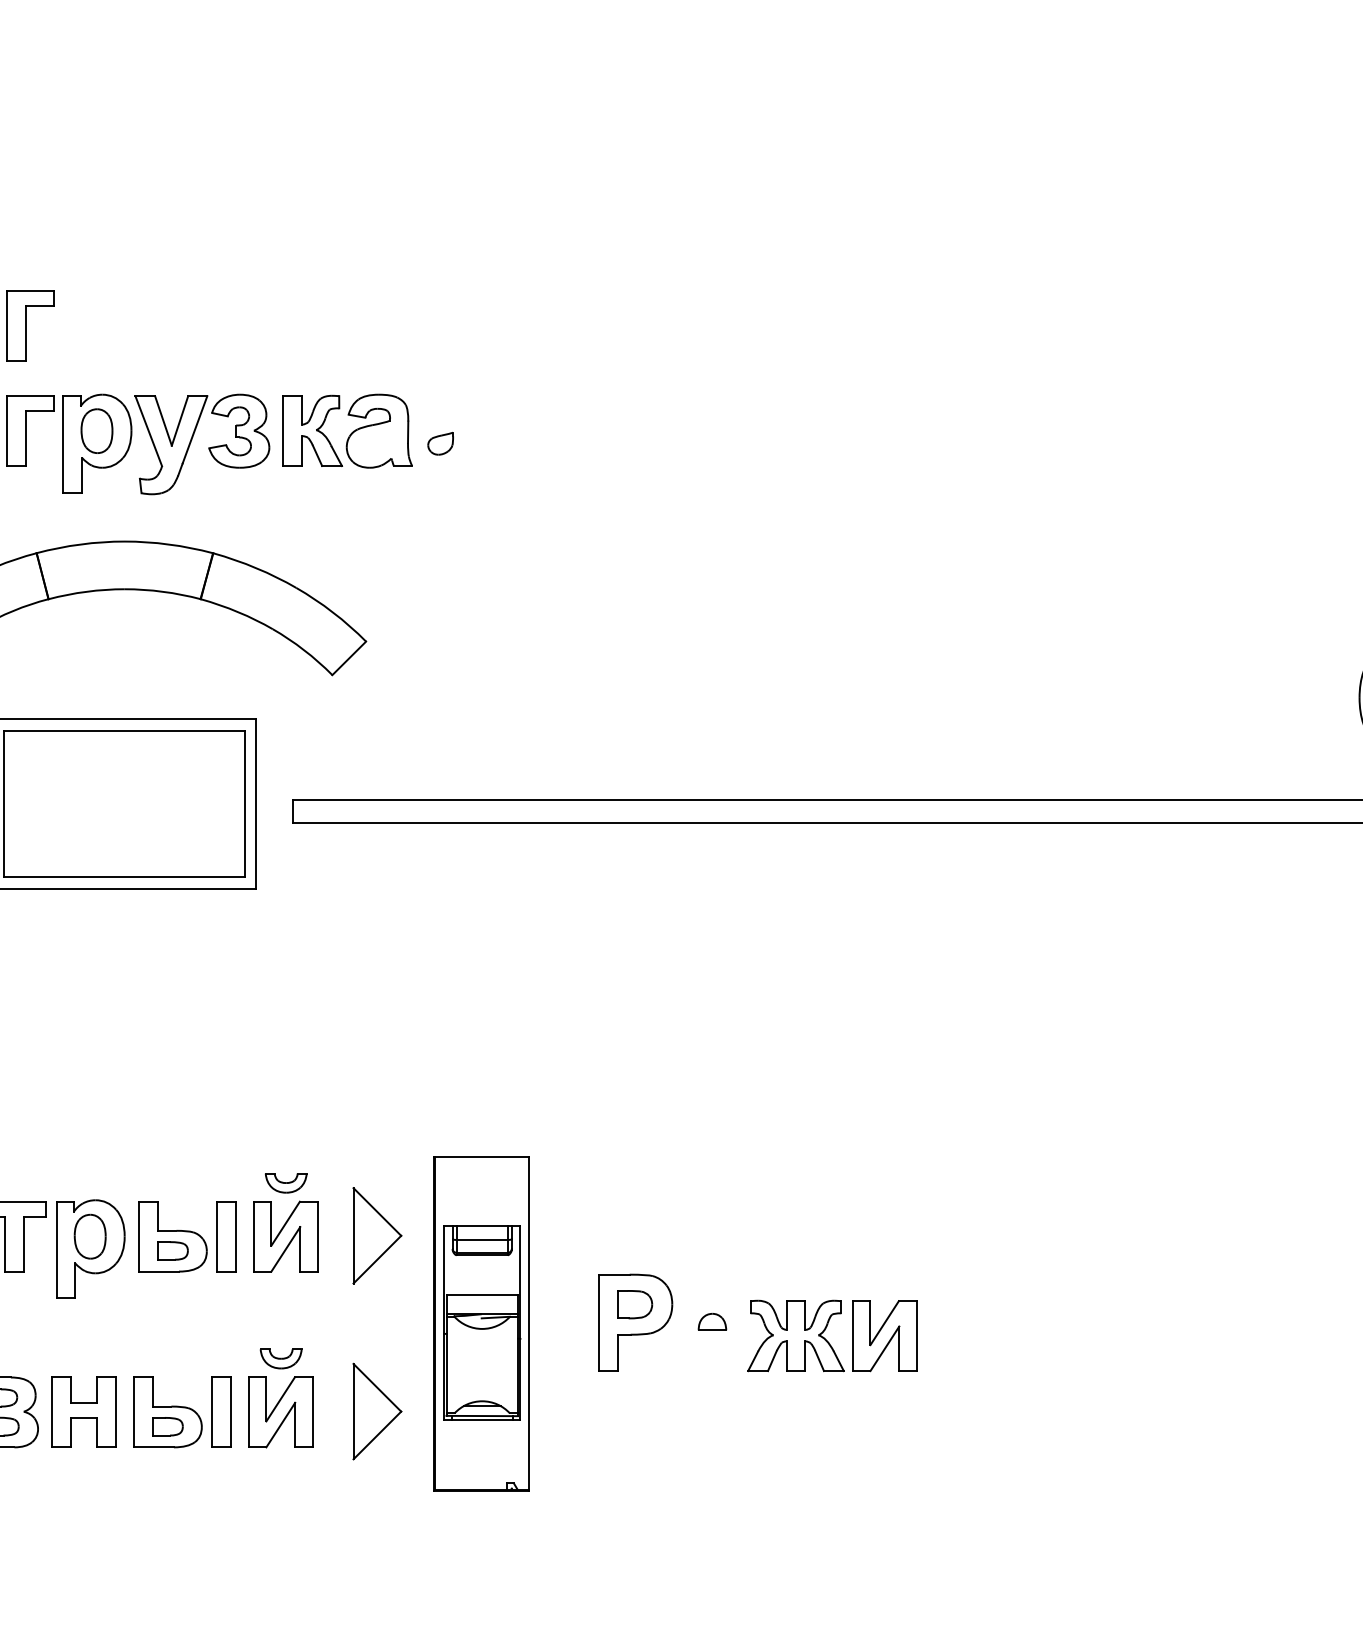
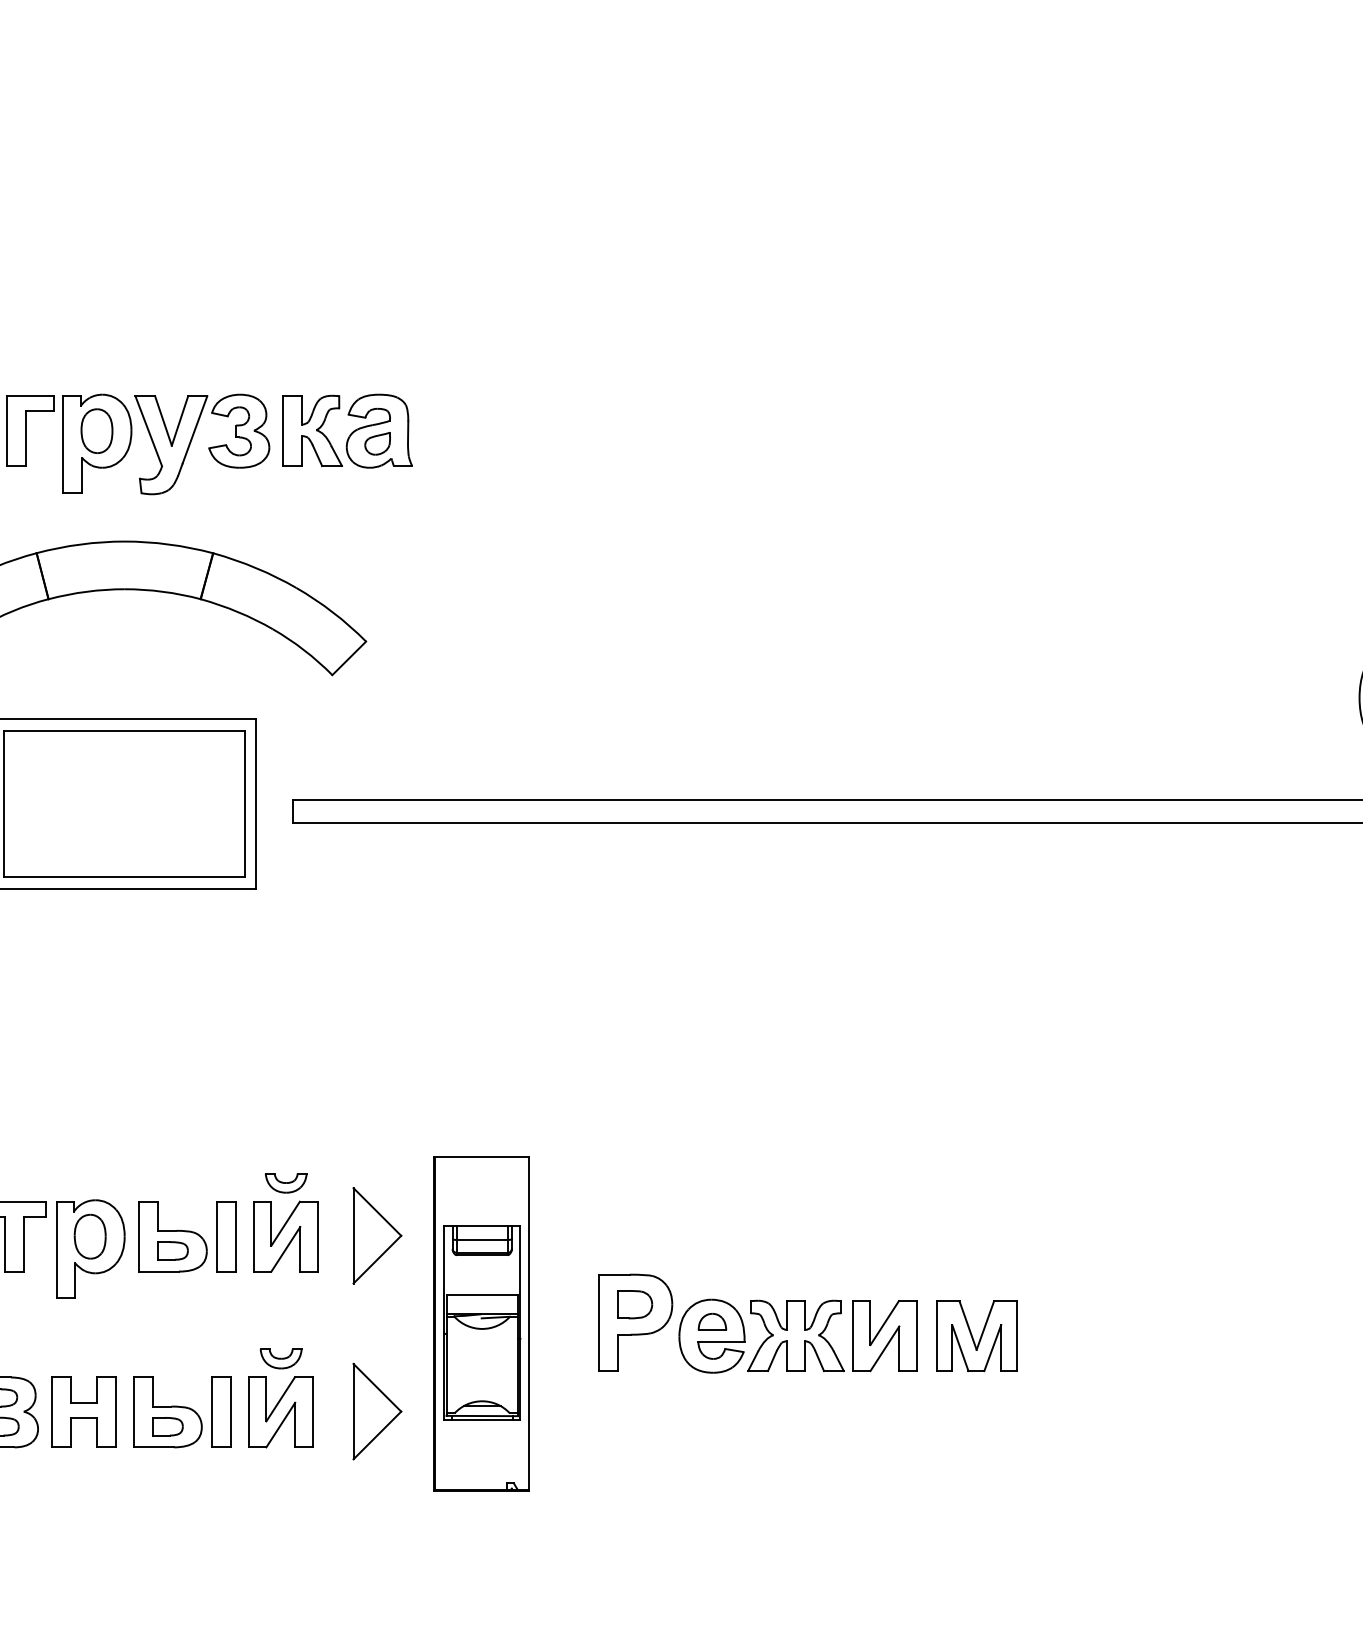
part at (30, 325): present -> none
part at (440, 443) position: (440, 443) -> (377, 443)
part at (711, 1335): none -> present
part at (976, 1336): none -> present
